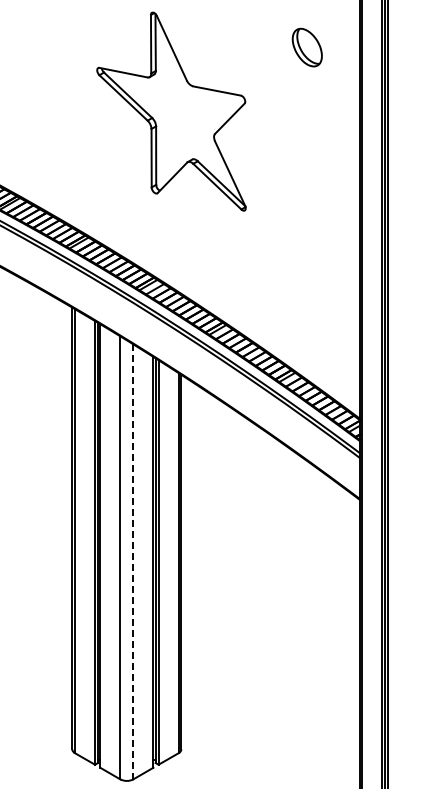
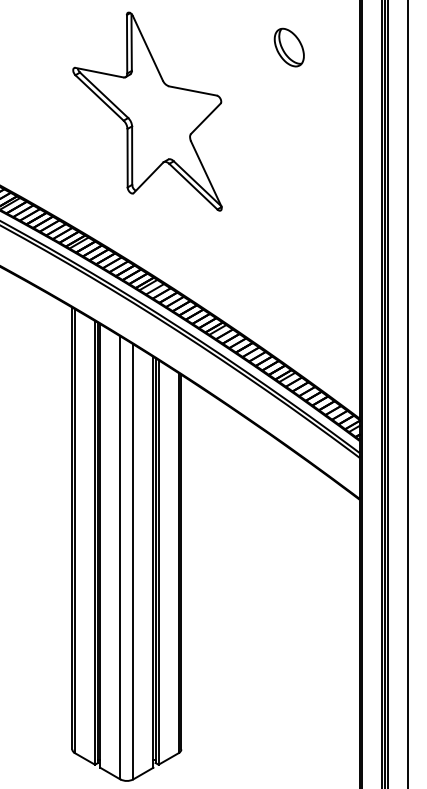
part at (306, 47) position: (306, 47) -> (288, 47)
part at (171, 111) position: (171, 111) -> (147, 111)
line at (407, 393): none -> present
line at (133, 561): dashed -> solid
